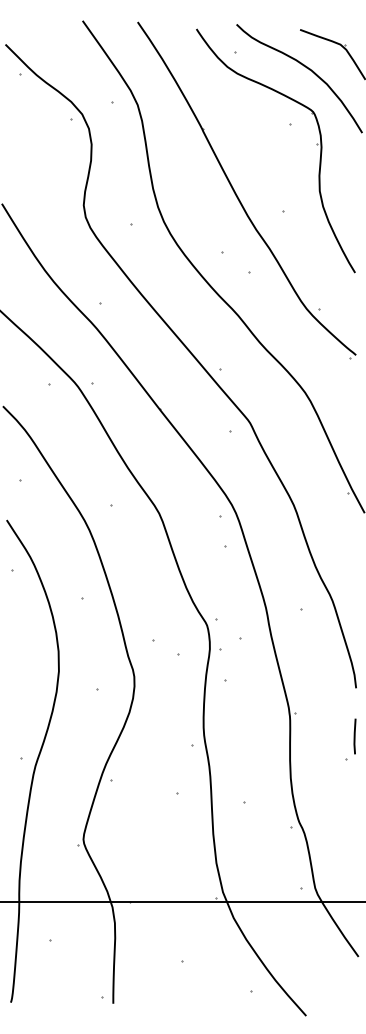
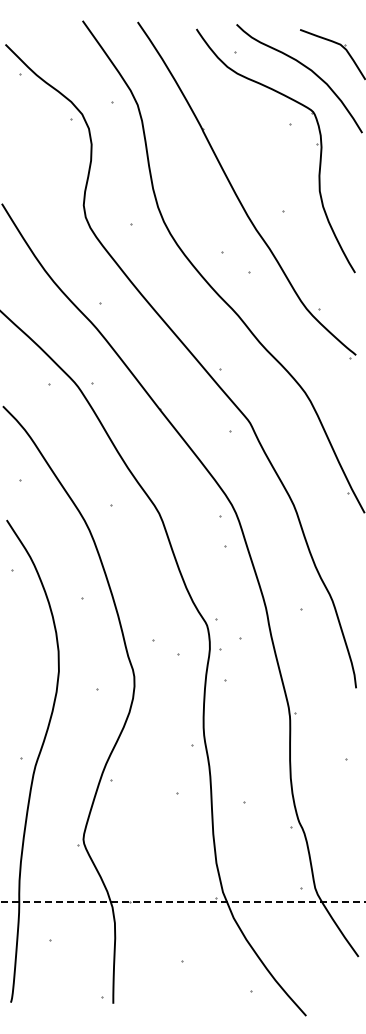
line at (354, 736): present -> none
line at (183, 902): solid -> dashed
